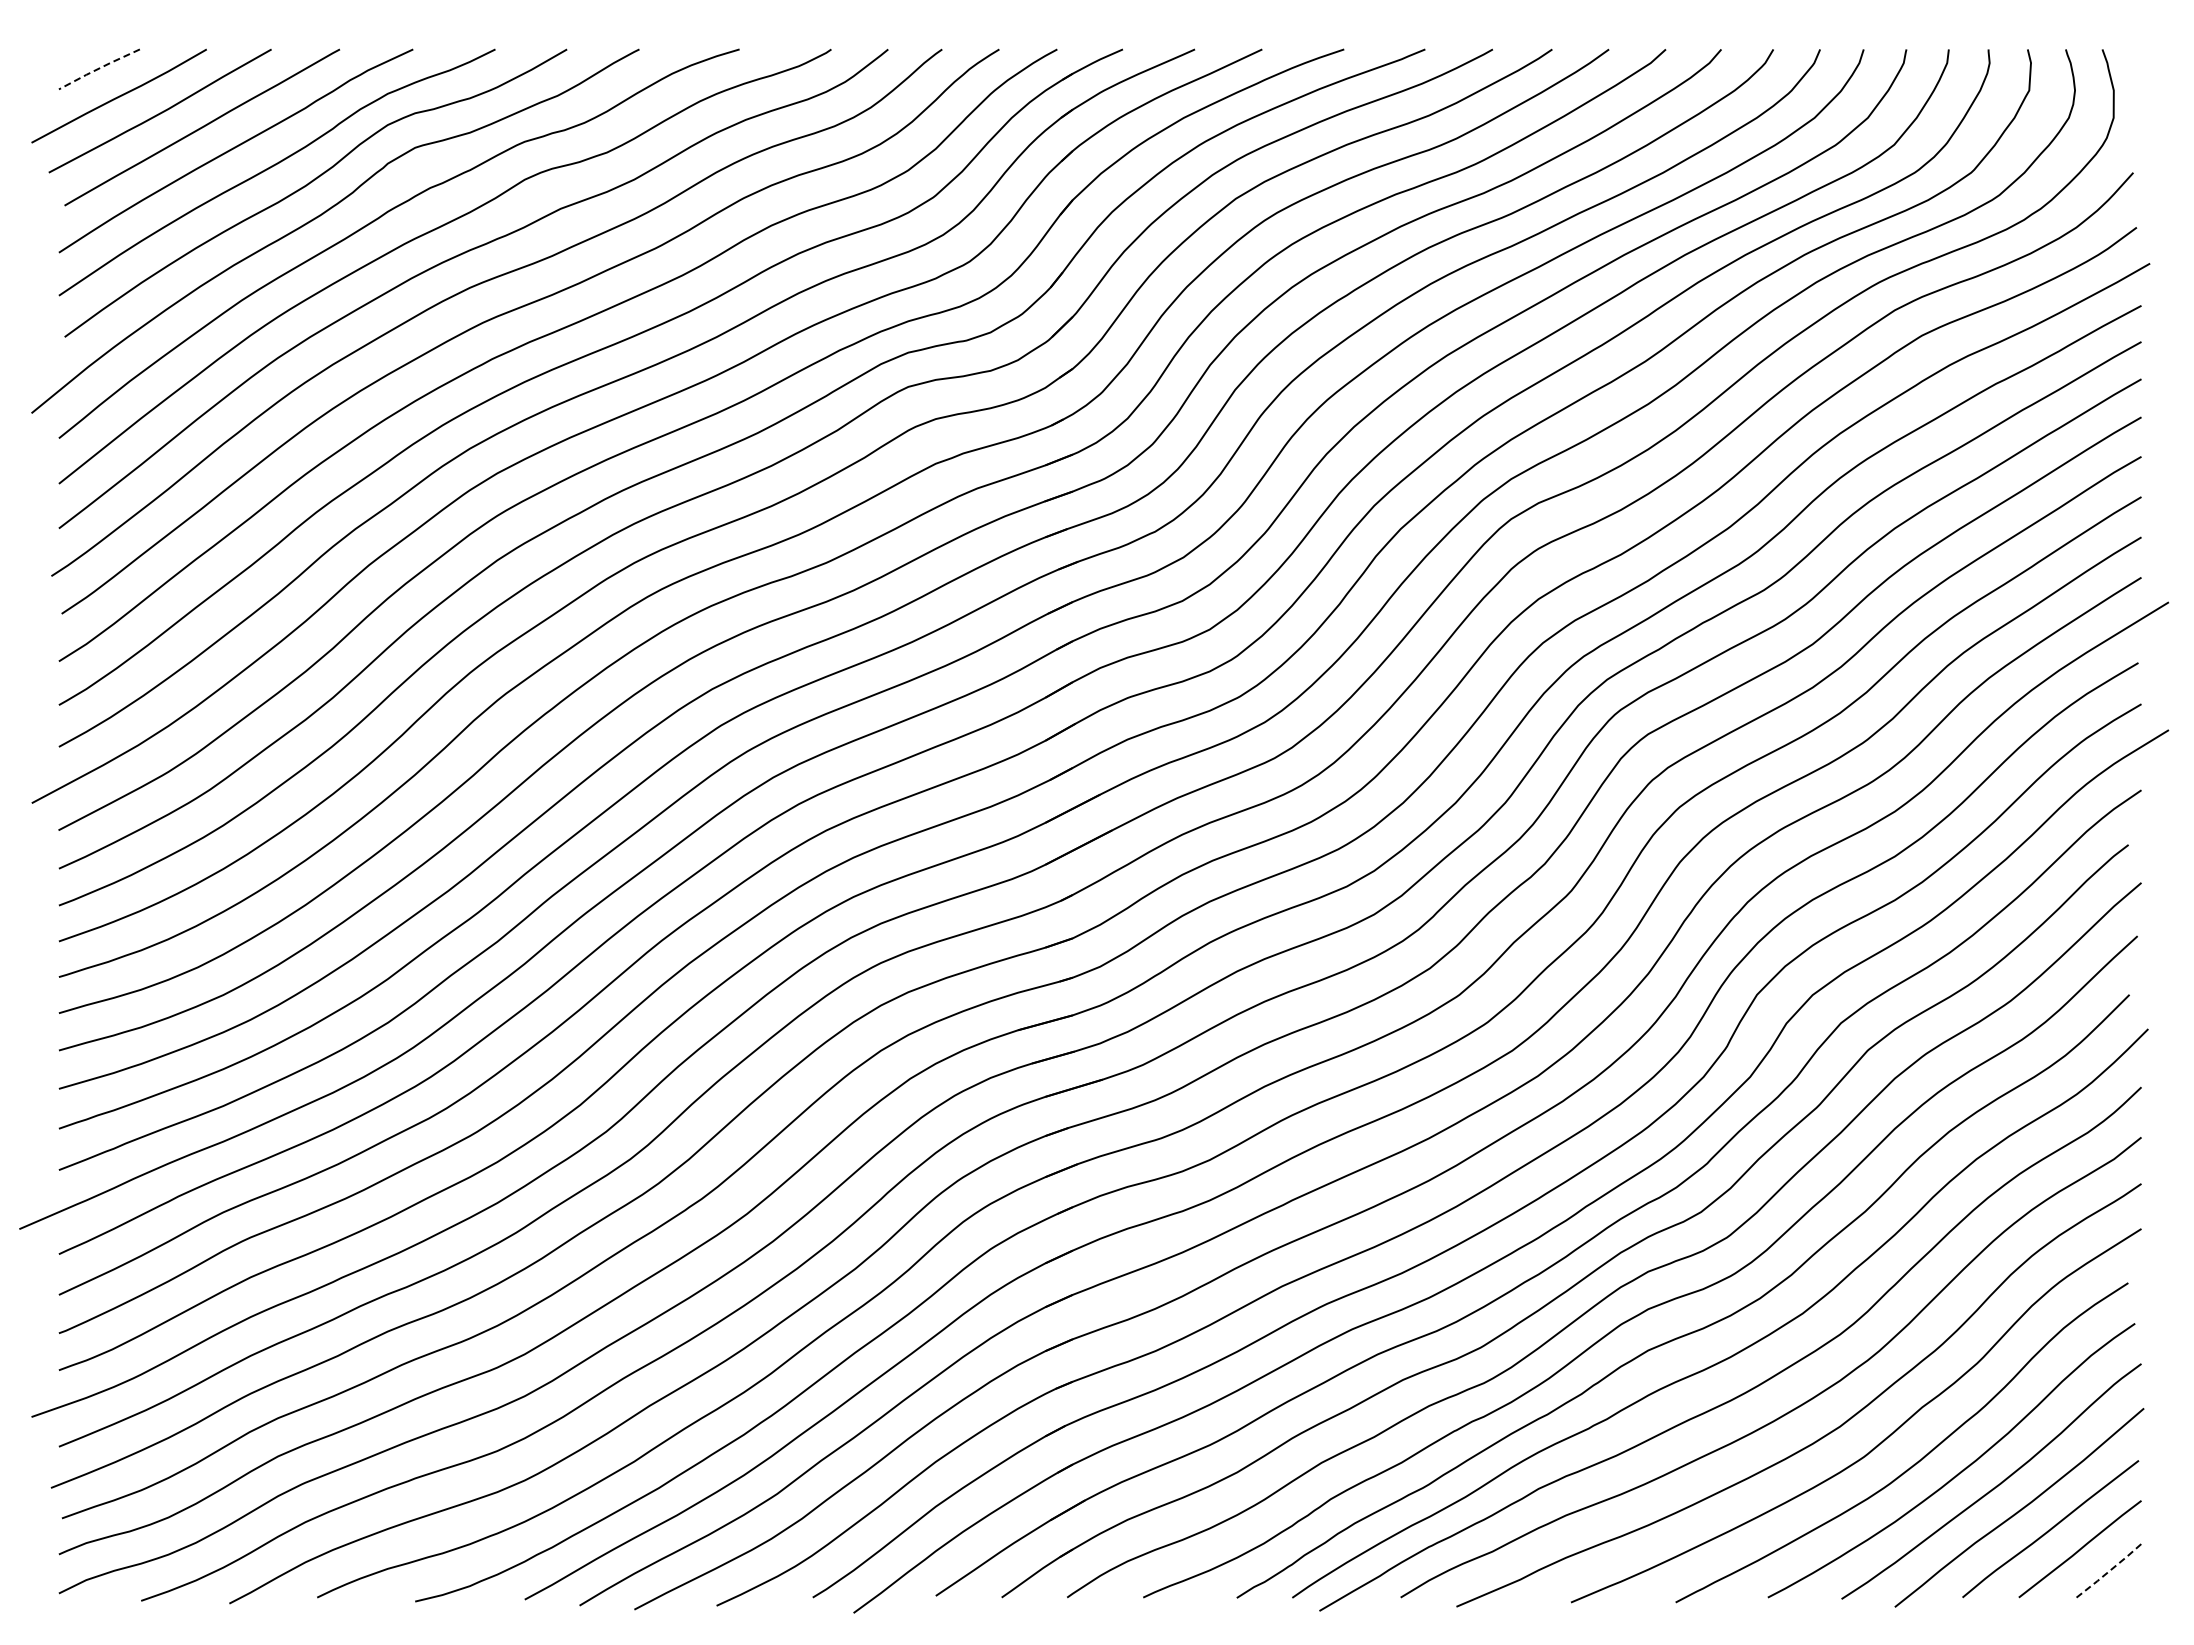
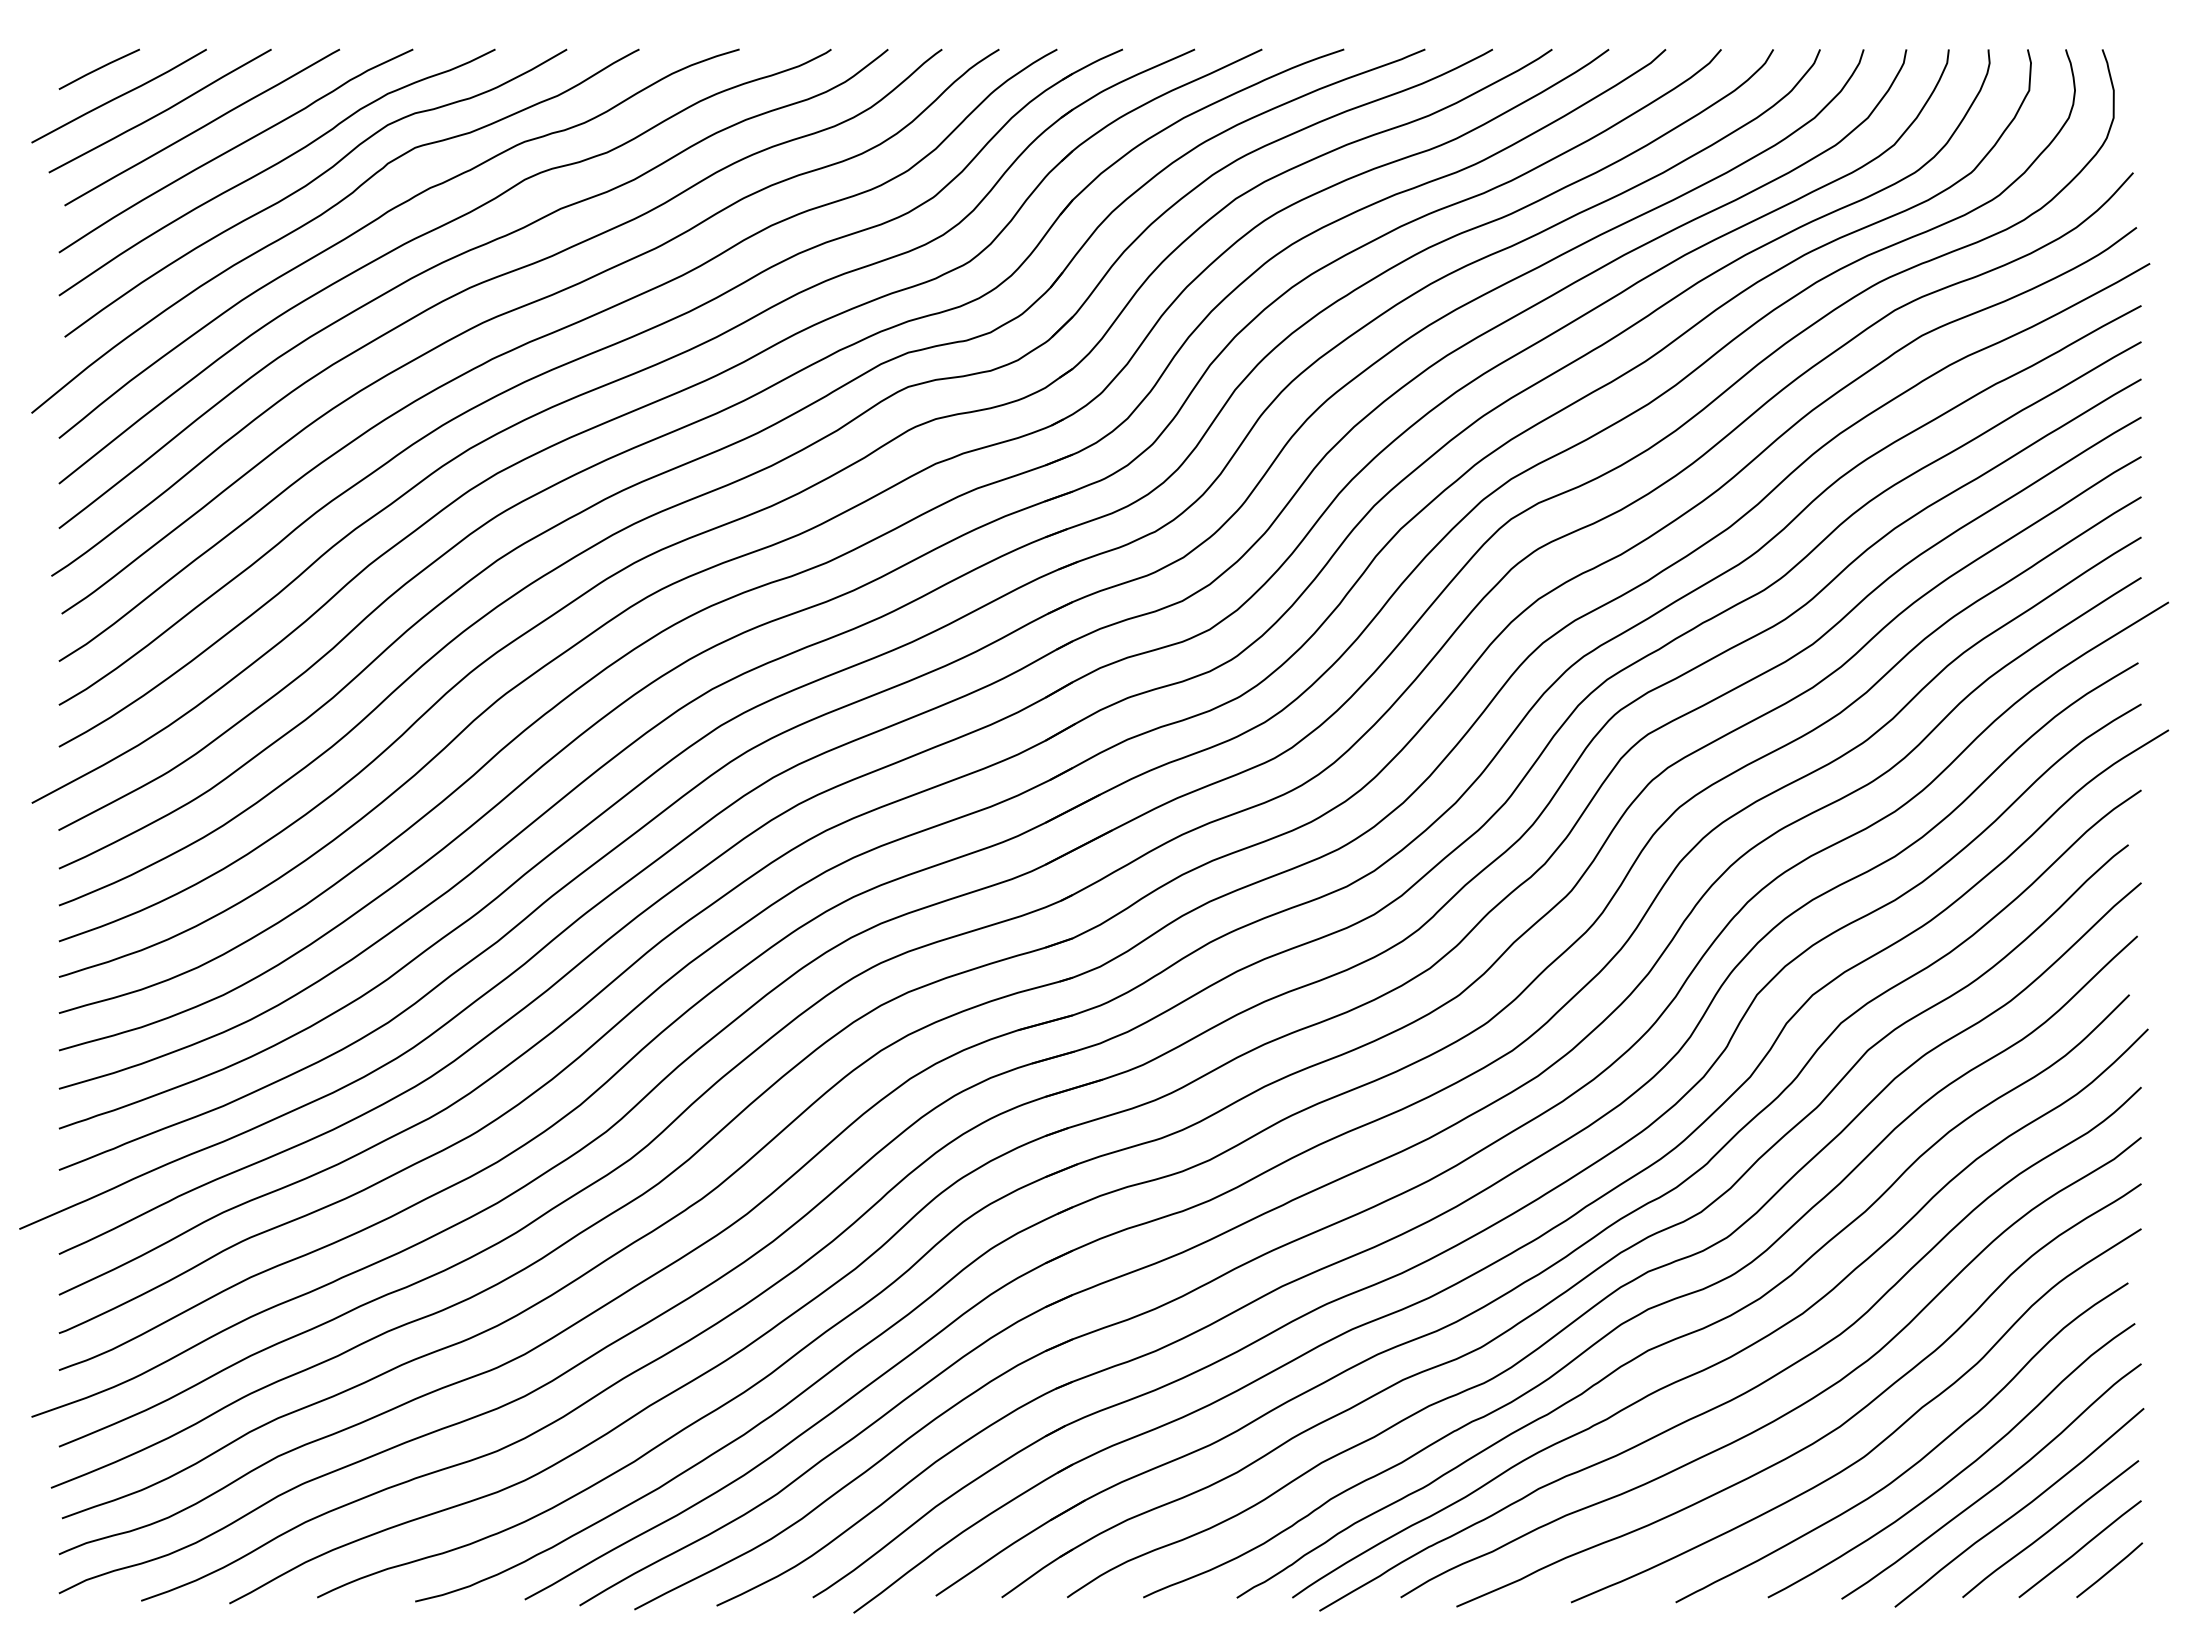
line at (98, 68): dashed -> solid
line at (2110, 1570): dashed -> solid
